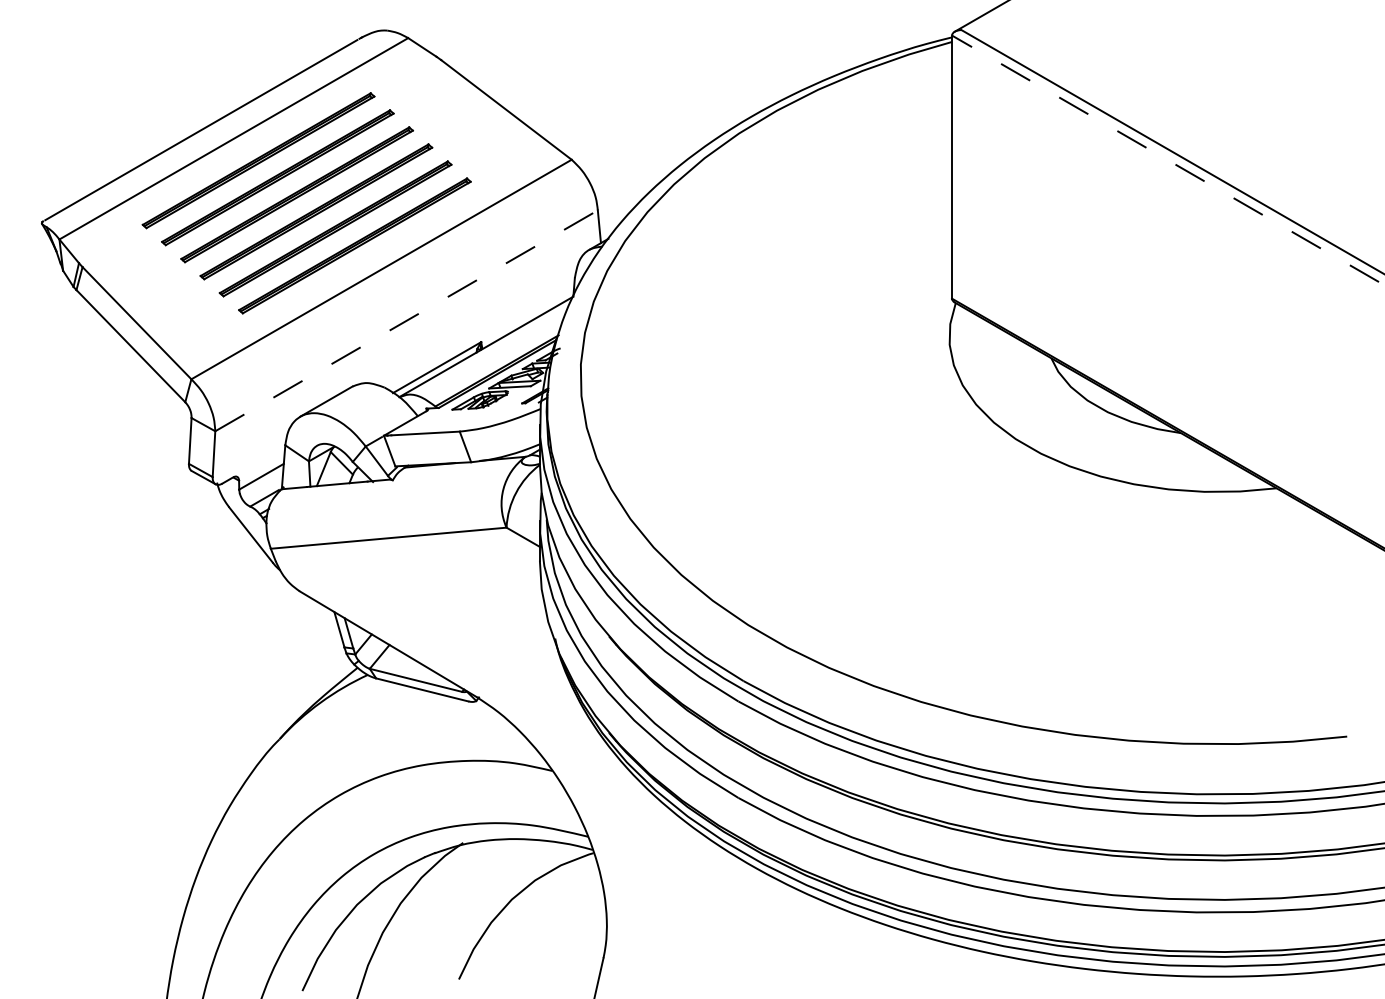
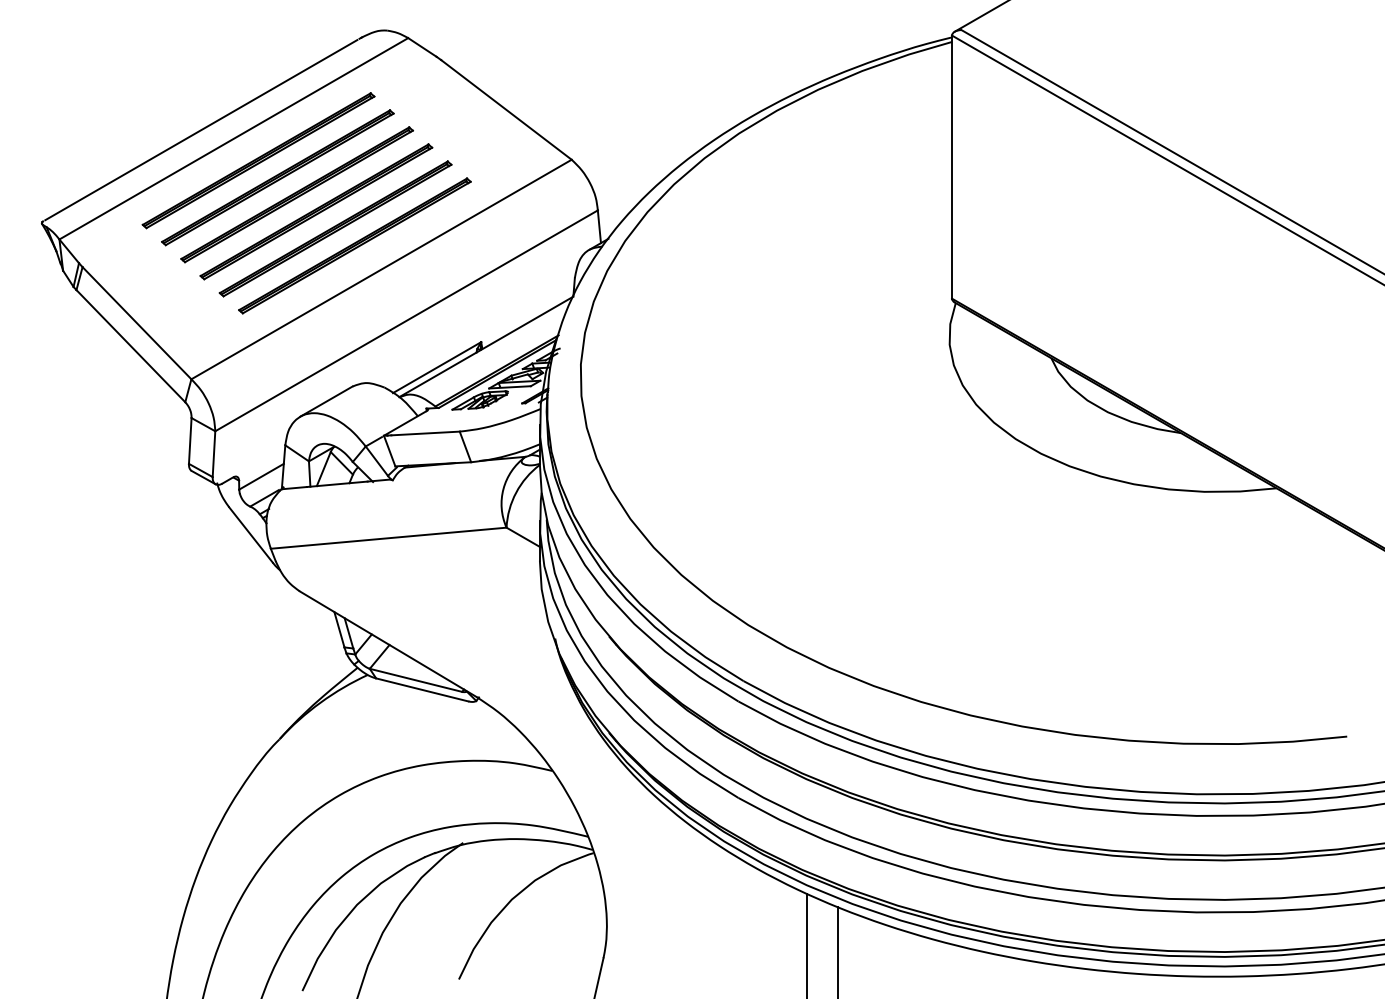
line at (1167, 160): dashed -> solid
line at (406, 320): dashed -> solid
line at (806, 944): none -> present
line at (837, 951): none -> present
